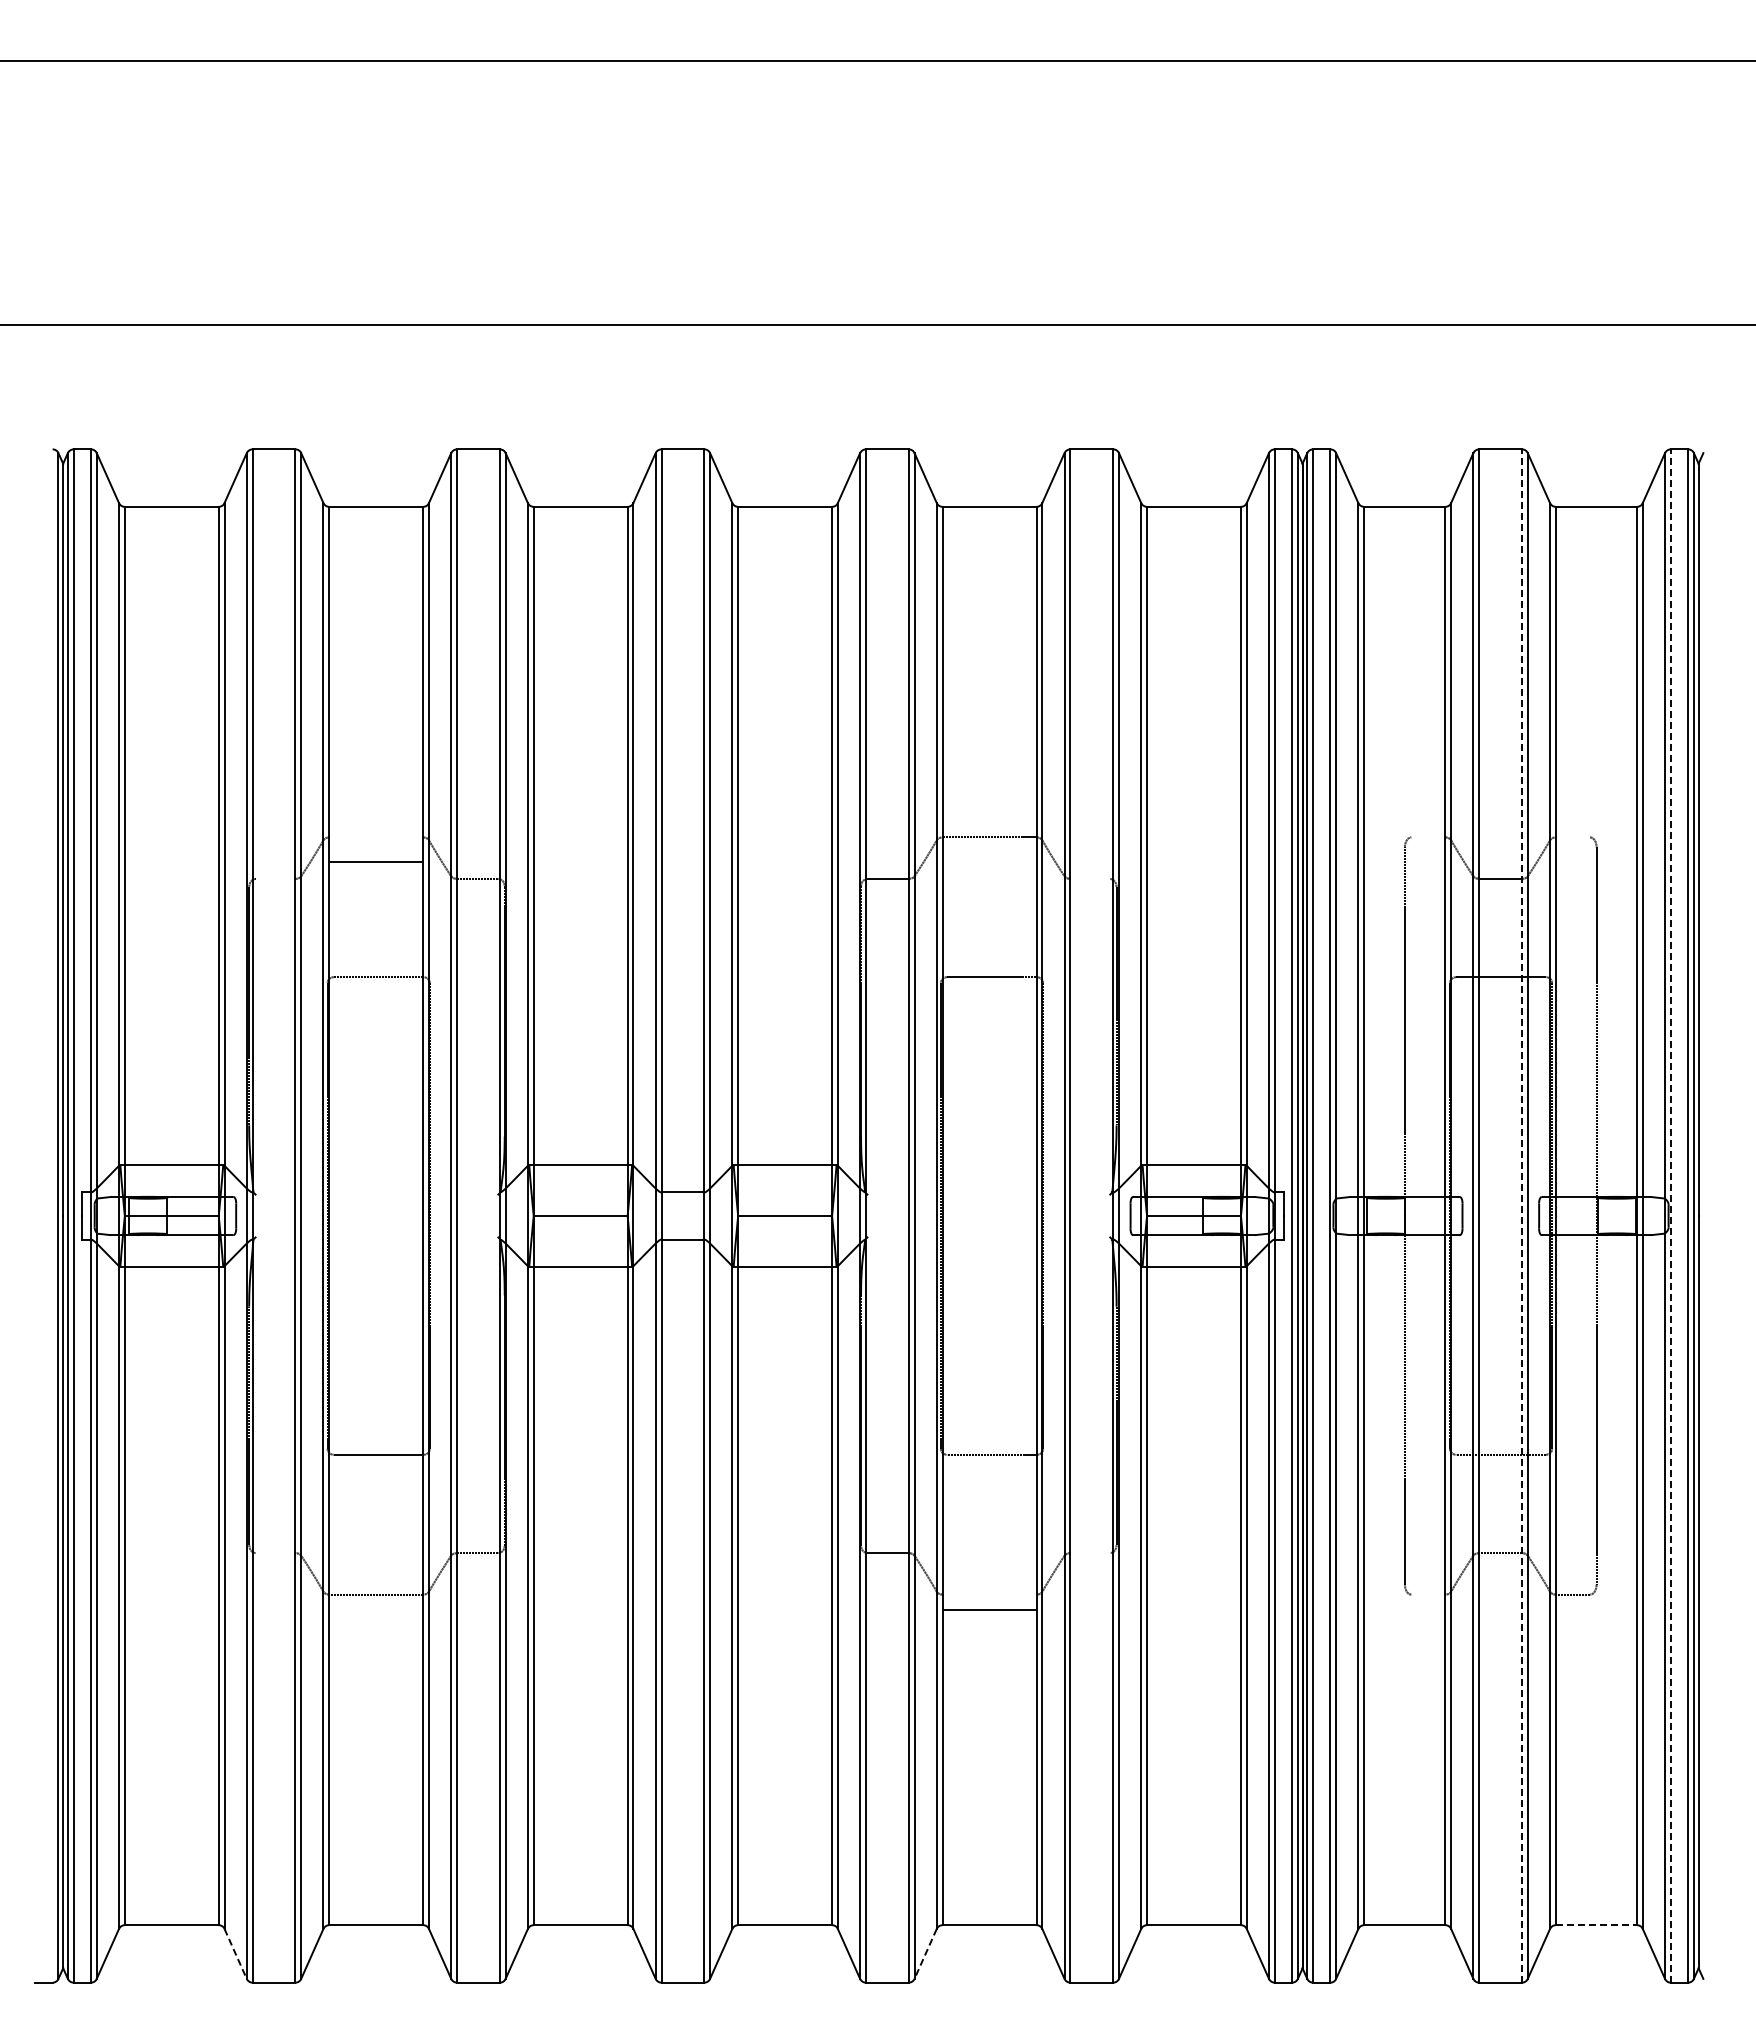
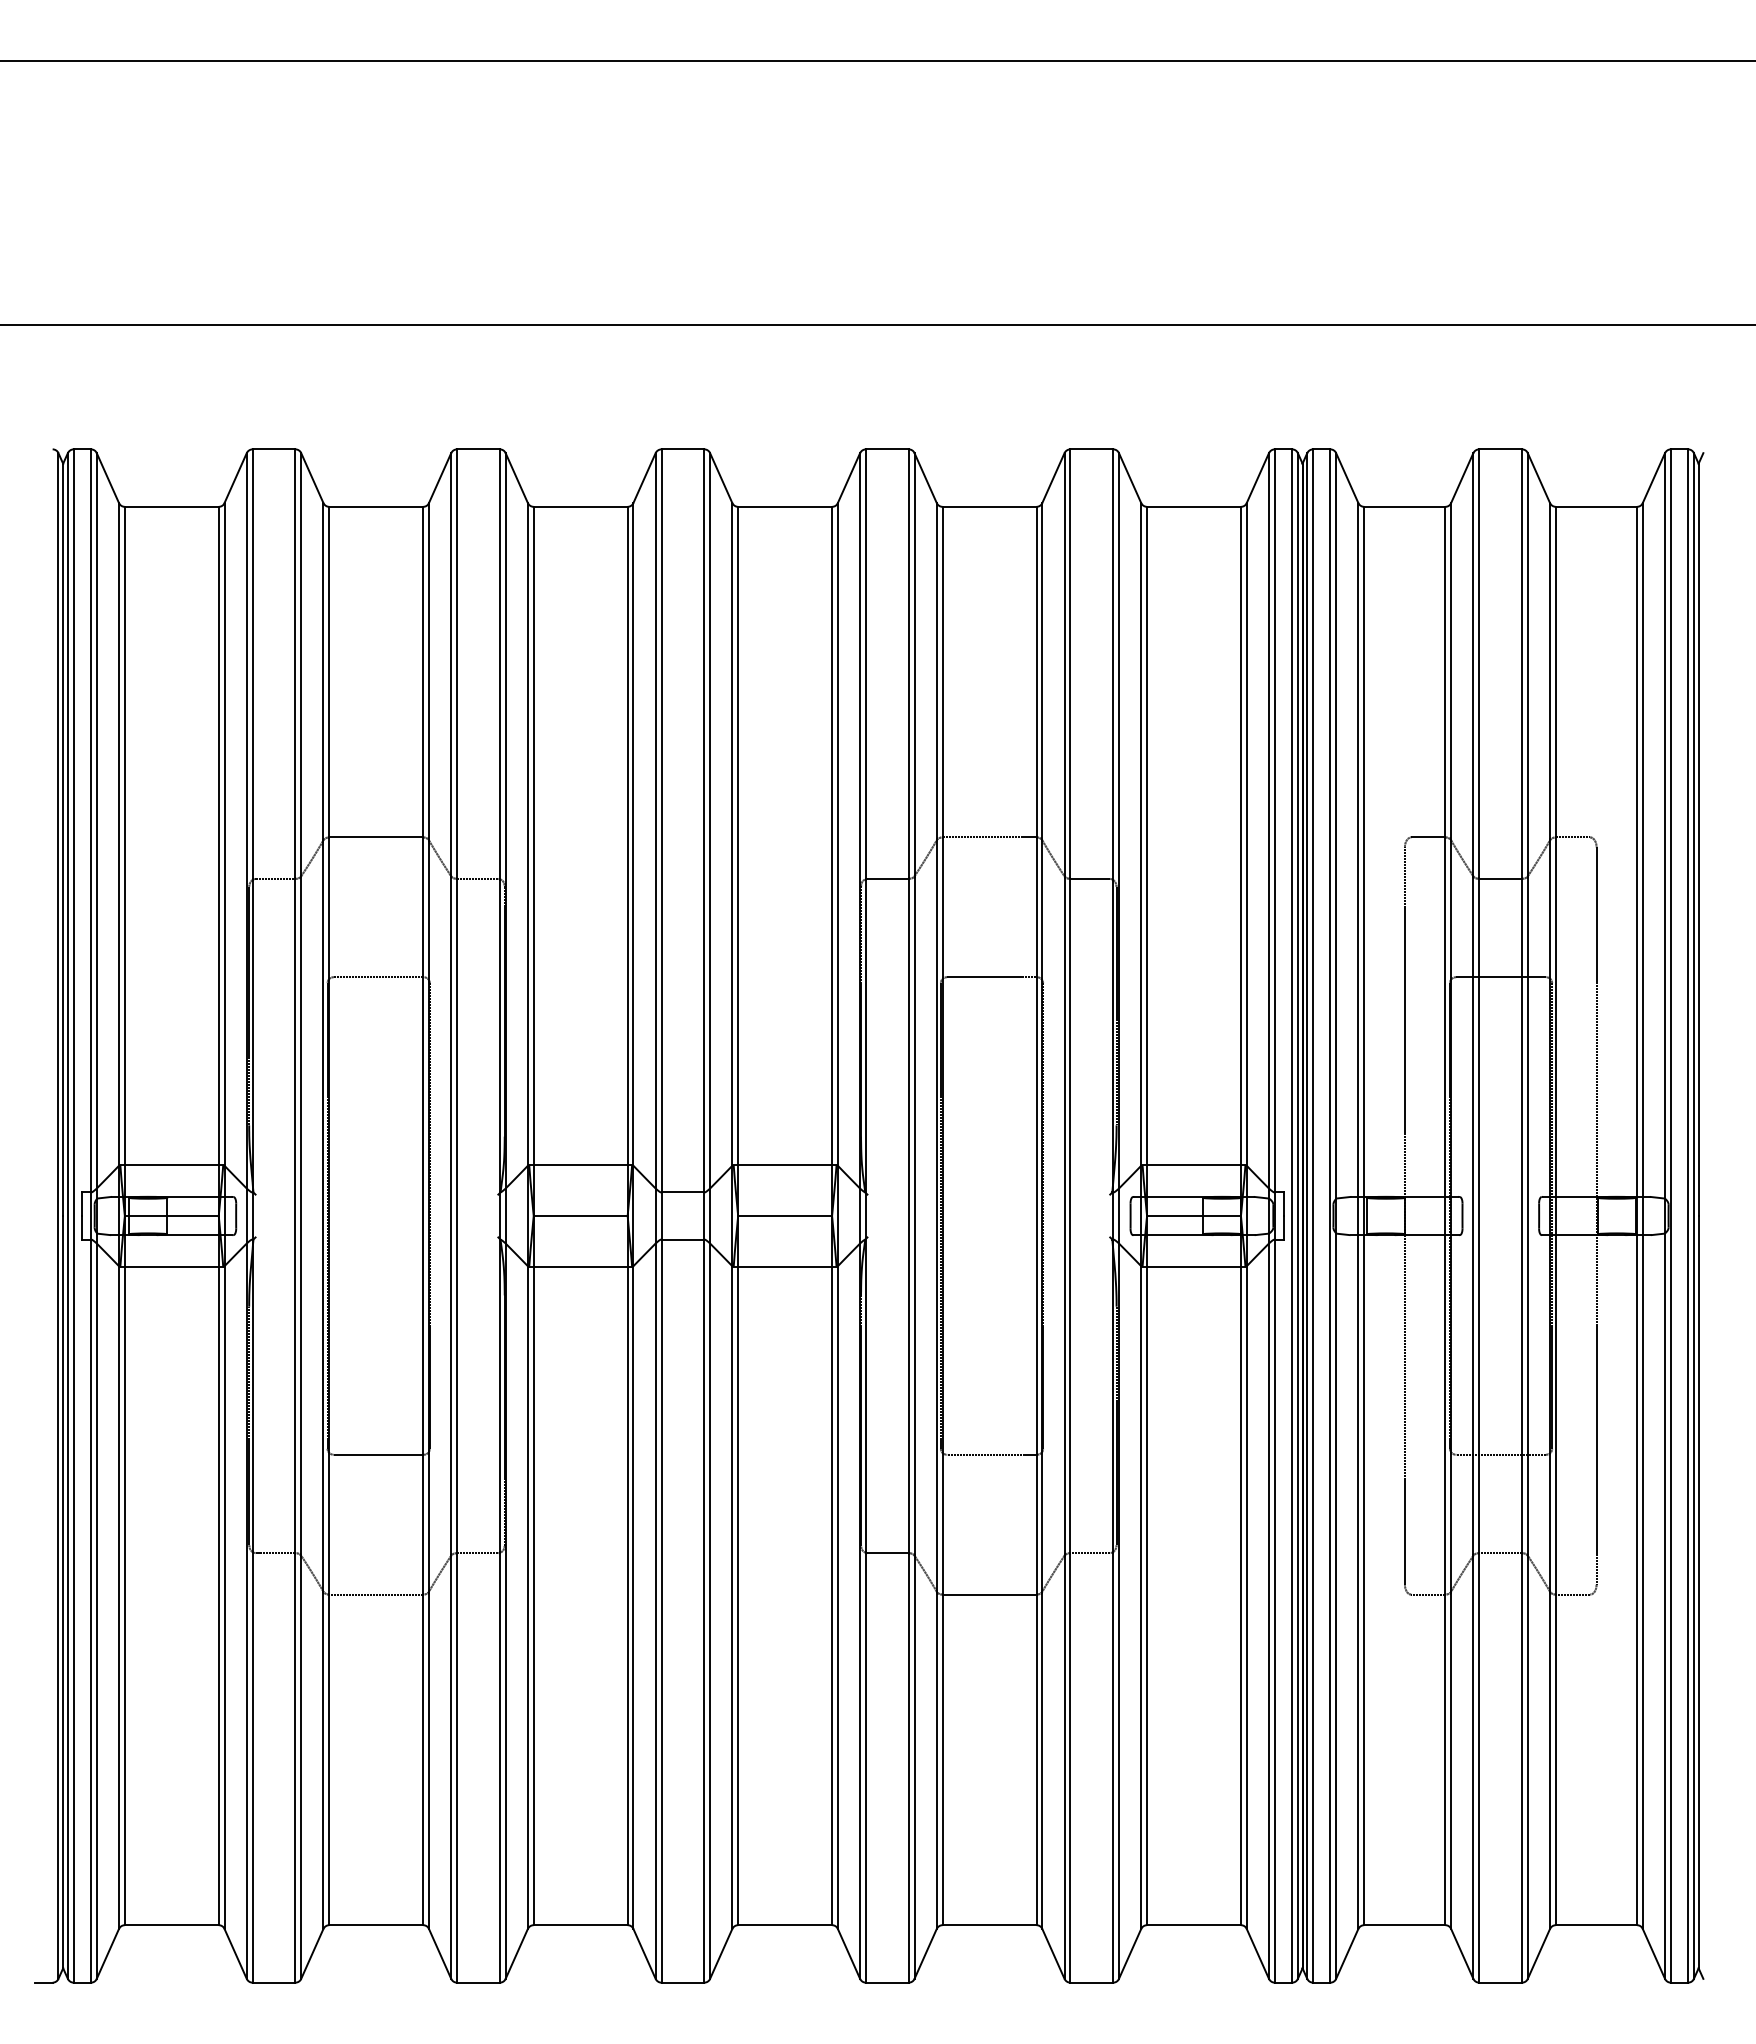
line at (1428, 837): none -> present
line at (1572, 837): none -> present
line at (376, 862) position: (376, 862) -> (376, 837)
line at (275, 878): none -> present
line at (1090, 878): none -> present
line at (1522, 1216): dashed -> solid
line at (1670, 1216): dashed -> solid
line at (275, 1553): none -> present
line at (1090, 1553): none -> present
line at (1428, 1594): none -> present
line at (989, 1609) position: (989, 1609) -> (989, 1594)
line at (1596, 1925): dashed -> solid
line at (235, 1954): dashed -> solid
line at (925, 1954): dashed -> solid
